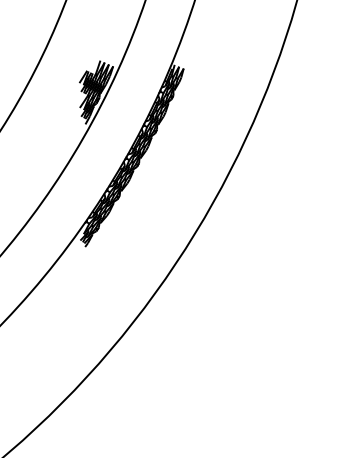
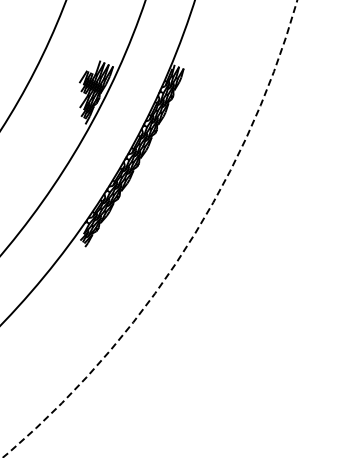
arc at (185, 248): solid -> dashed
